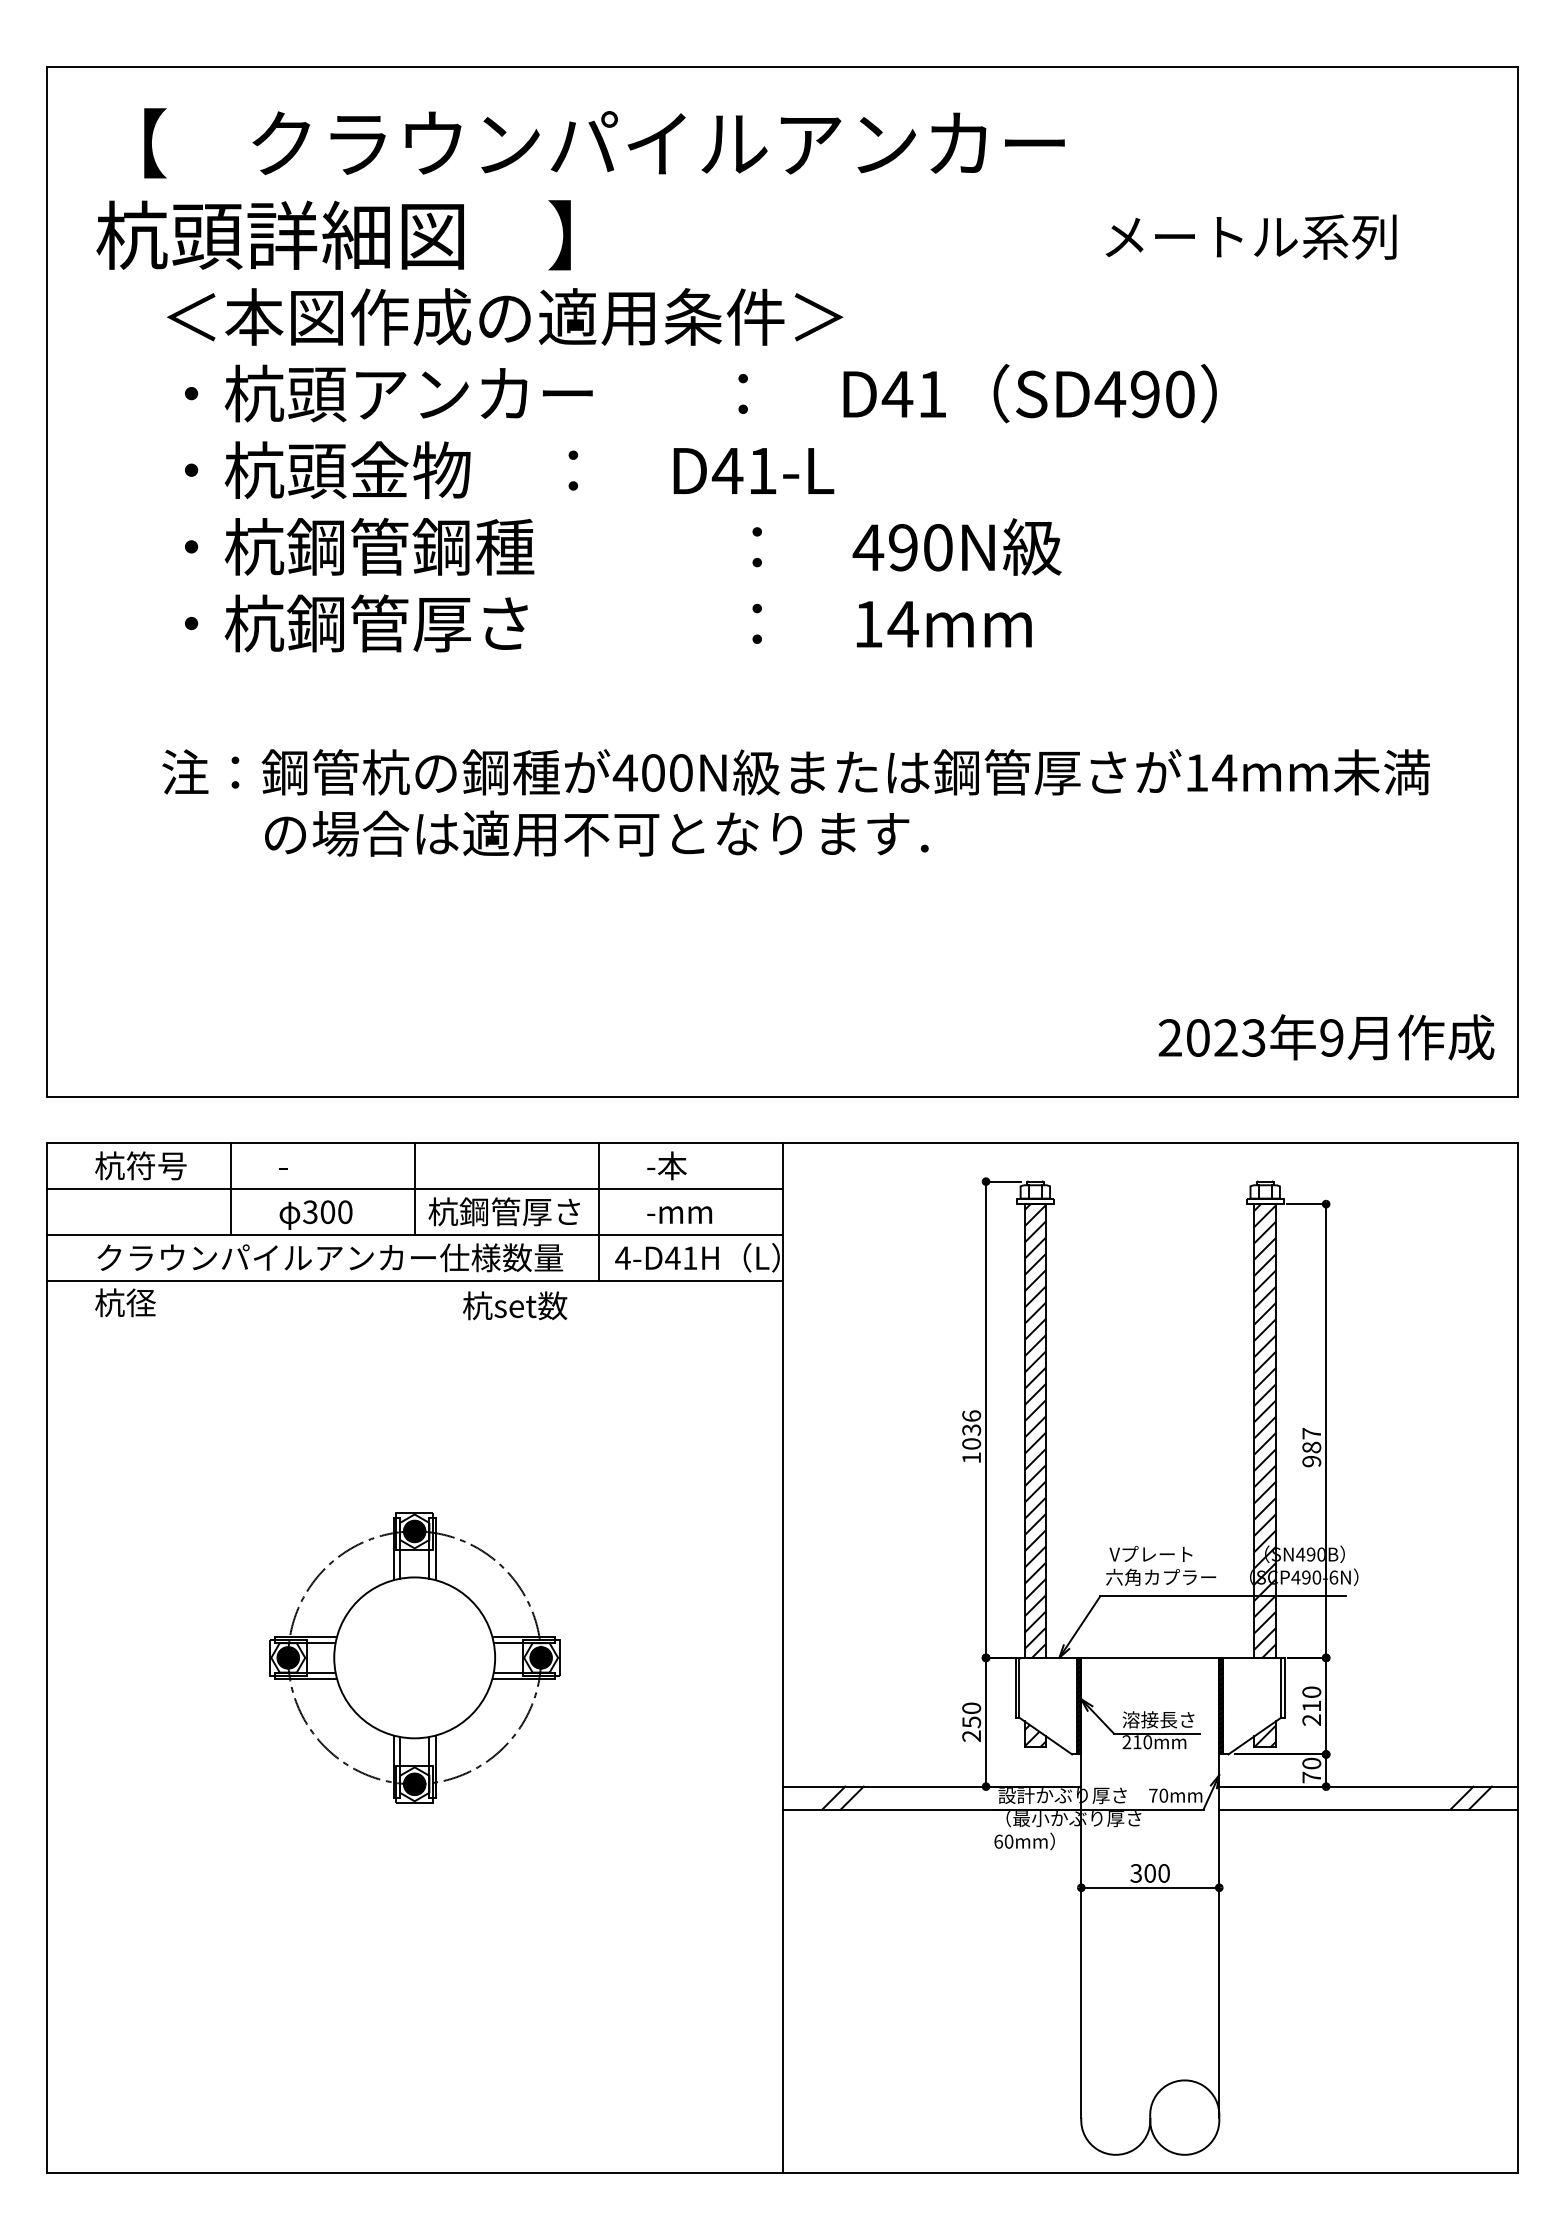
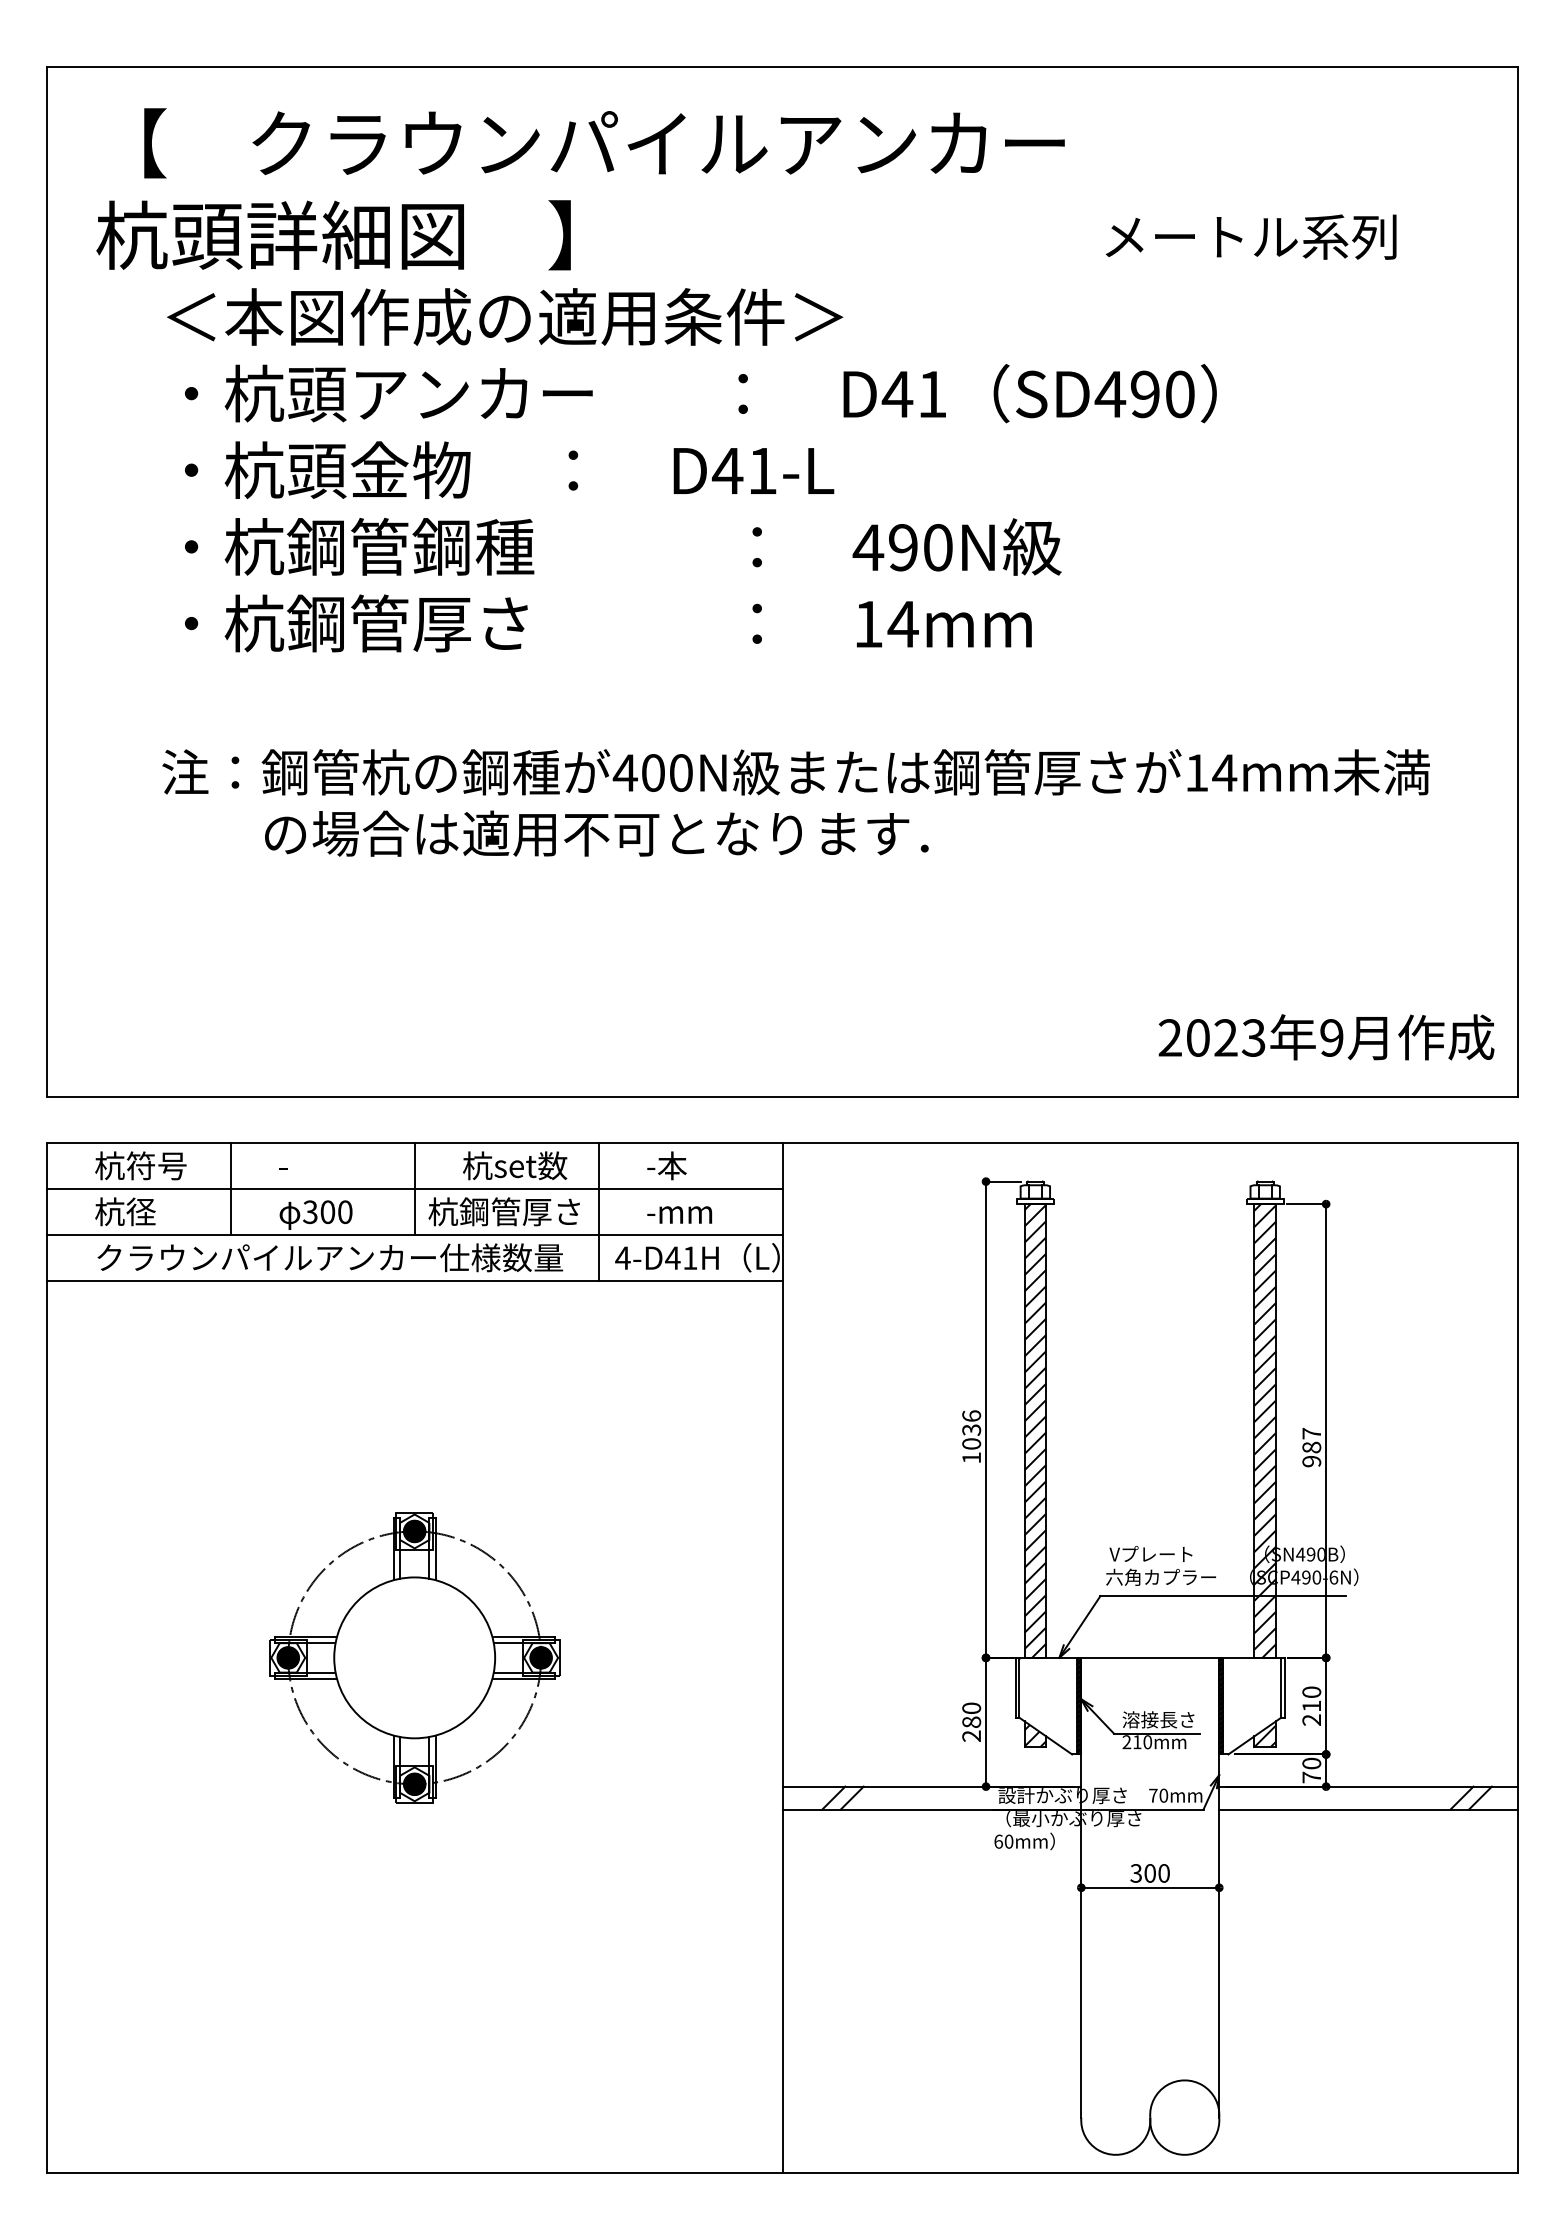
text at (125, 1302) position: (125, 1302) -> (125, 1211)
text at (515, 1305) position: (515, 1305) -> (515, 1165)
text at (971, 1722): 250 -> 280
